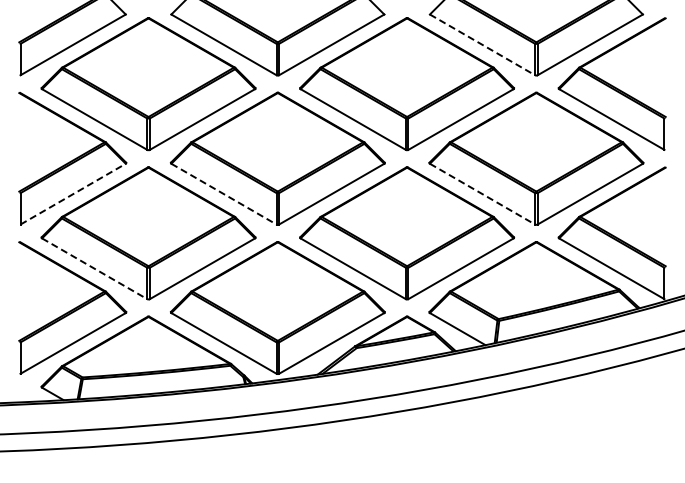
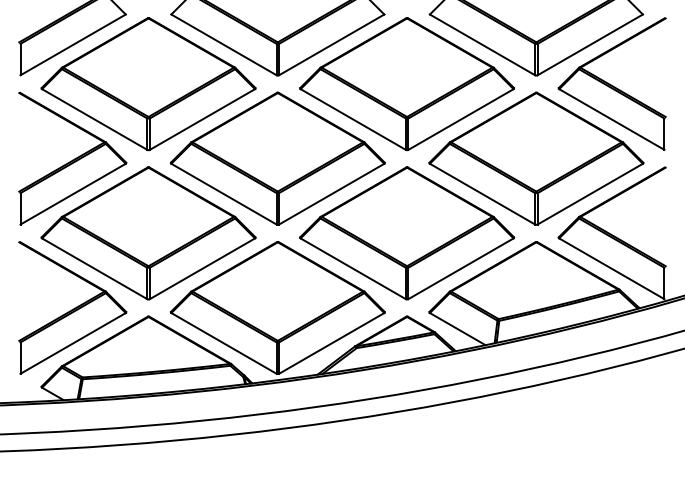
line at (482, 44): dashed -> solid
line at (73, 194): dashed -> solid
line at (223, 194): dashed -> solid
line at (482, 194): dashed -> solid
line at (94, 268): dashed -> solid
